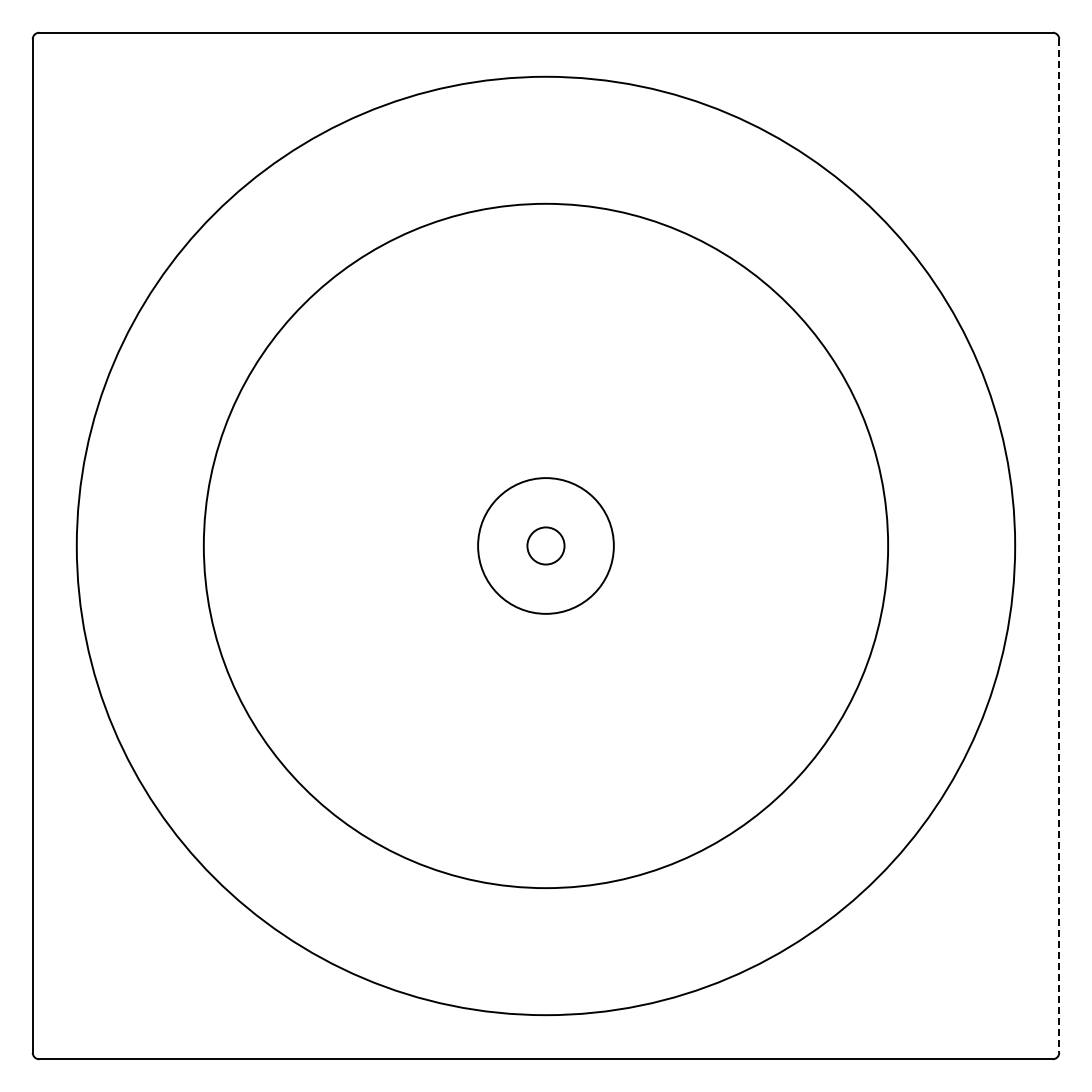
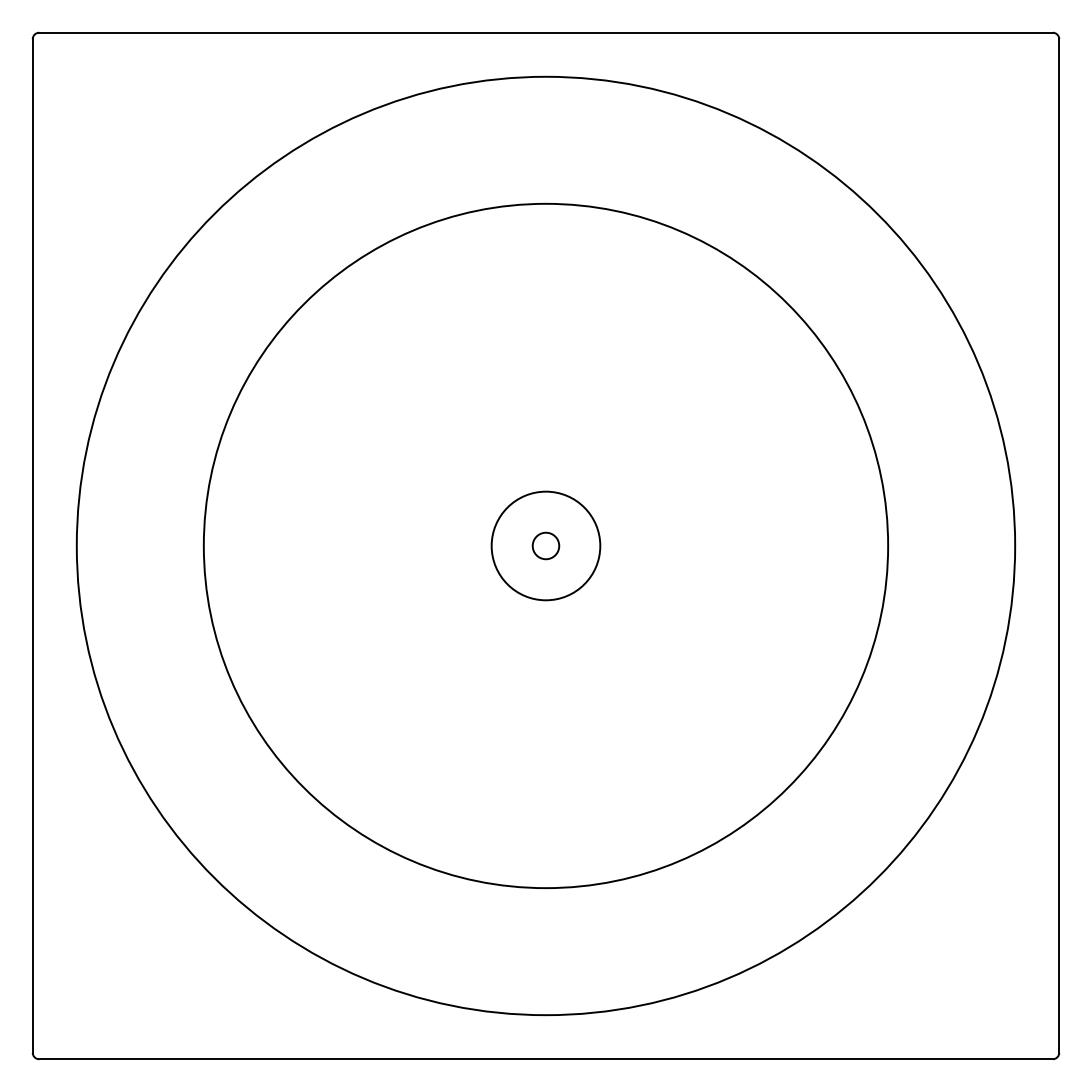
circle at (545, 545) diameter: 136 px -> 109 px
circle at (545, 545) diameter: 37 px -> 27 px
line at (1059, 545): dashed -> solid
